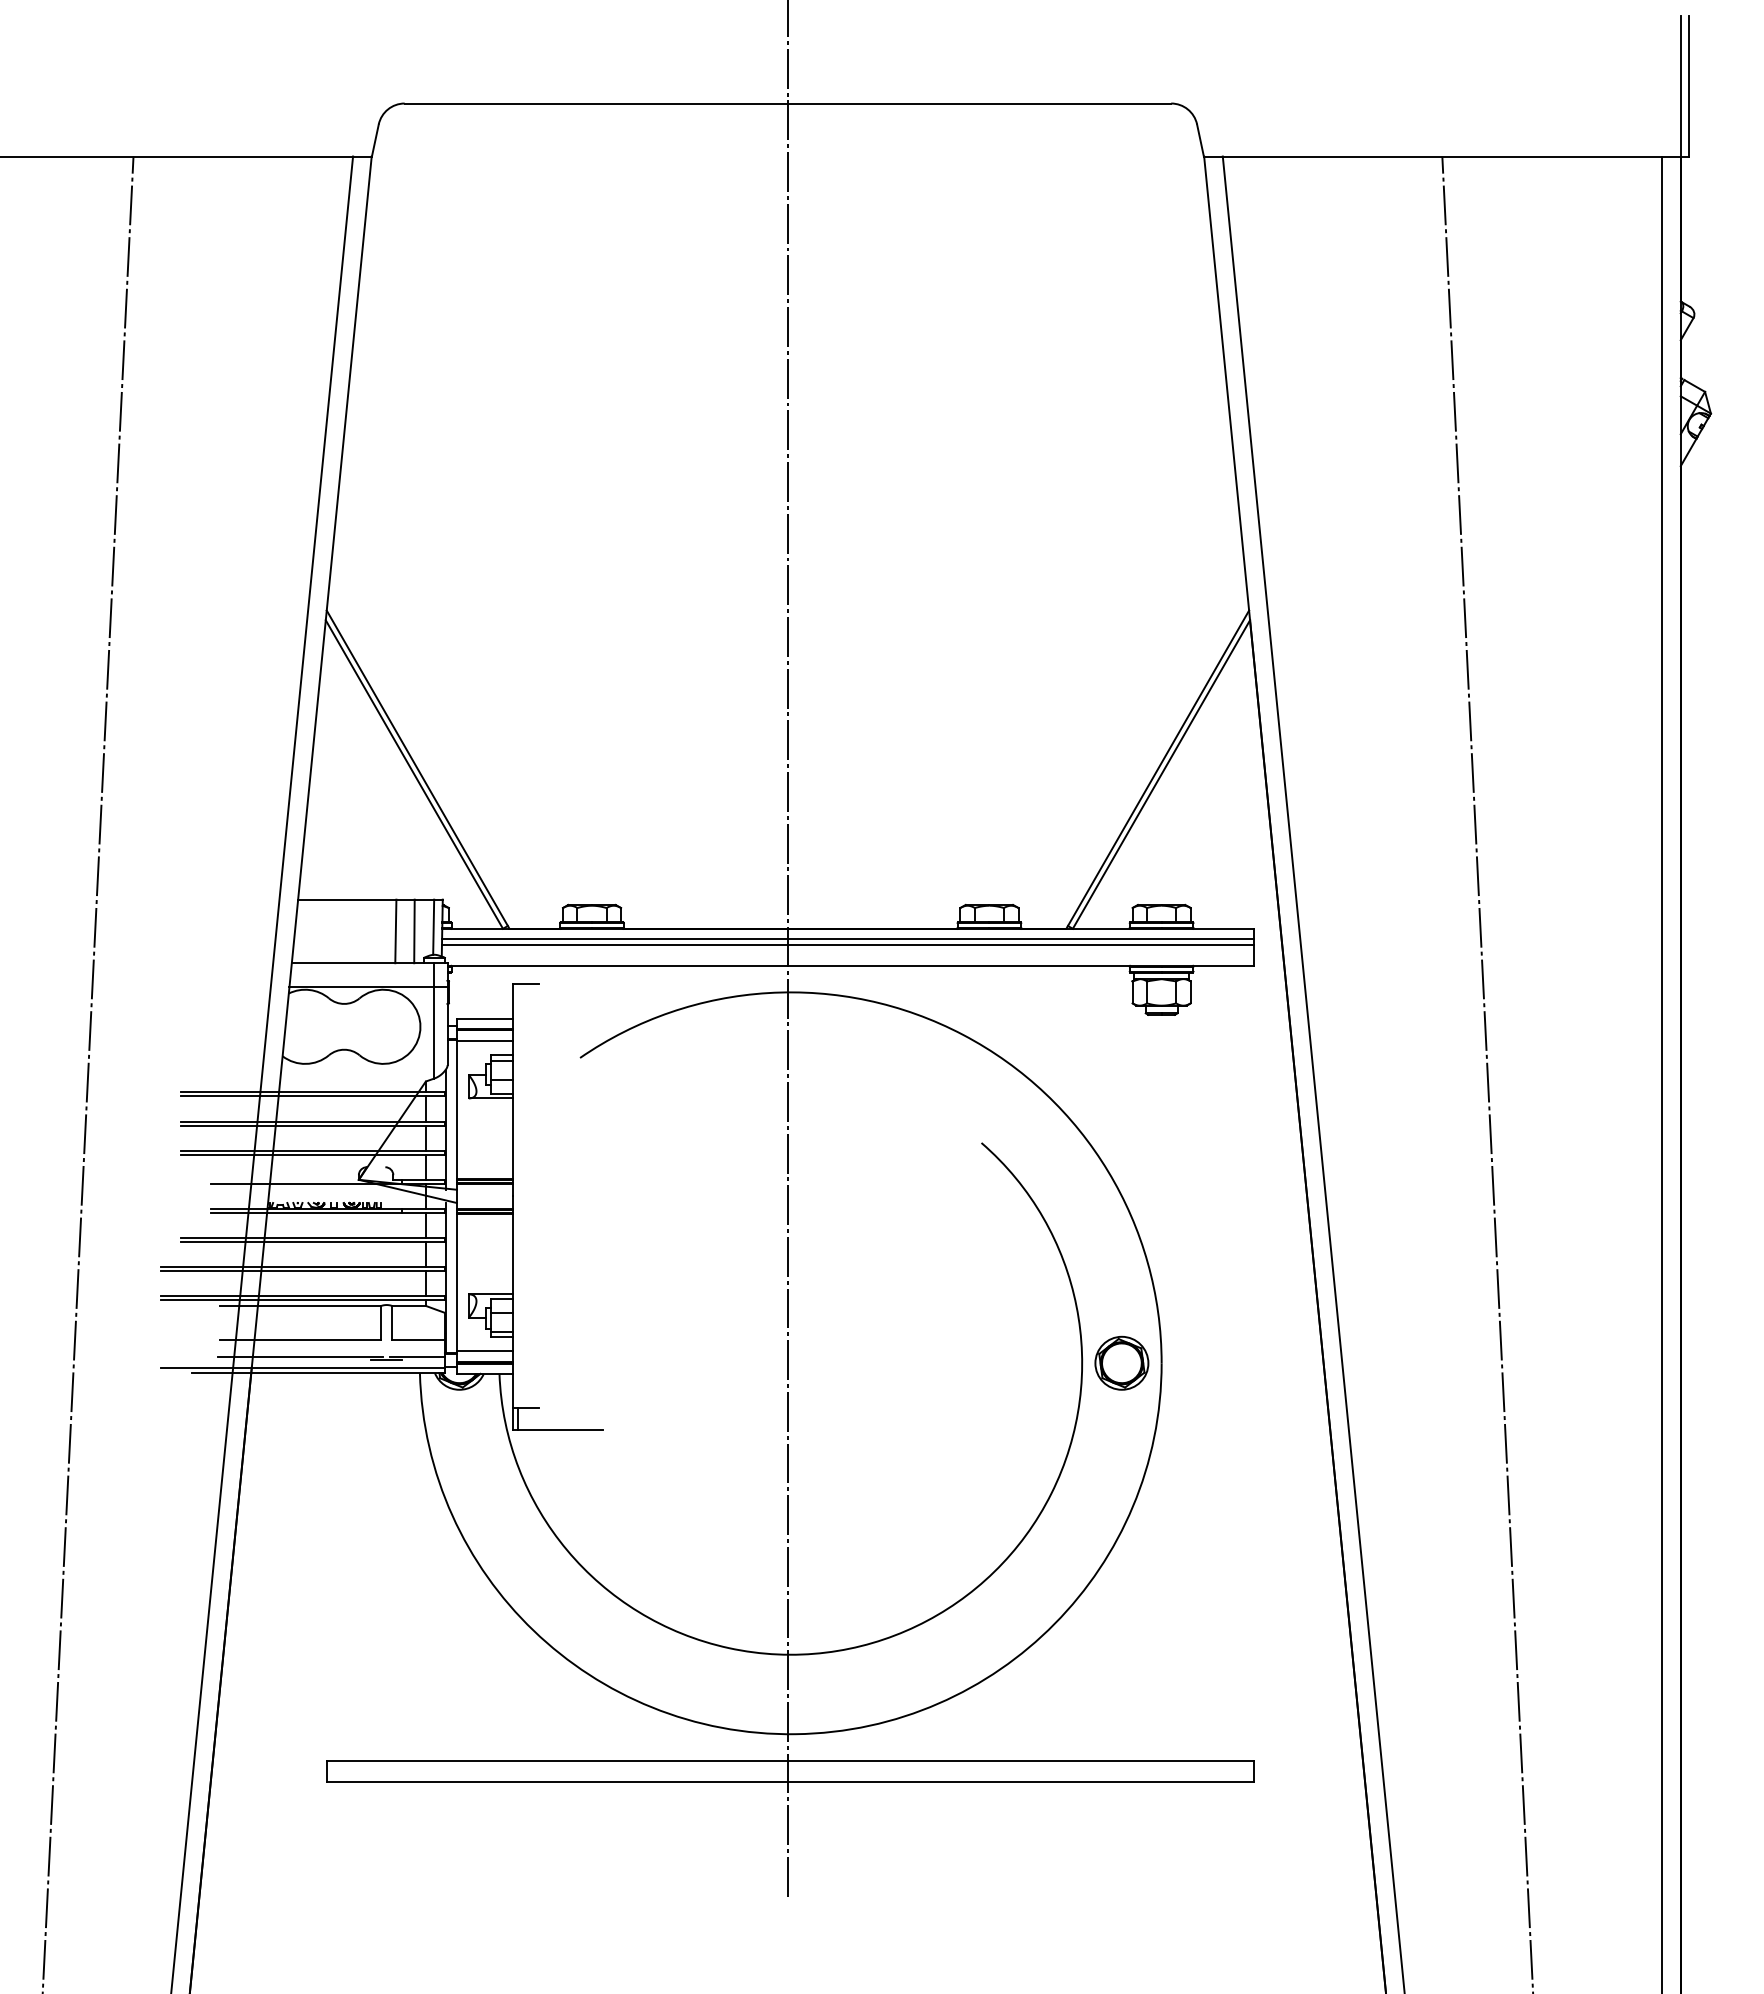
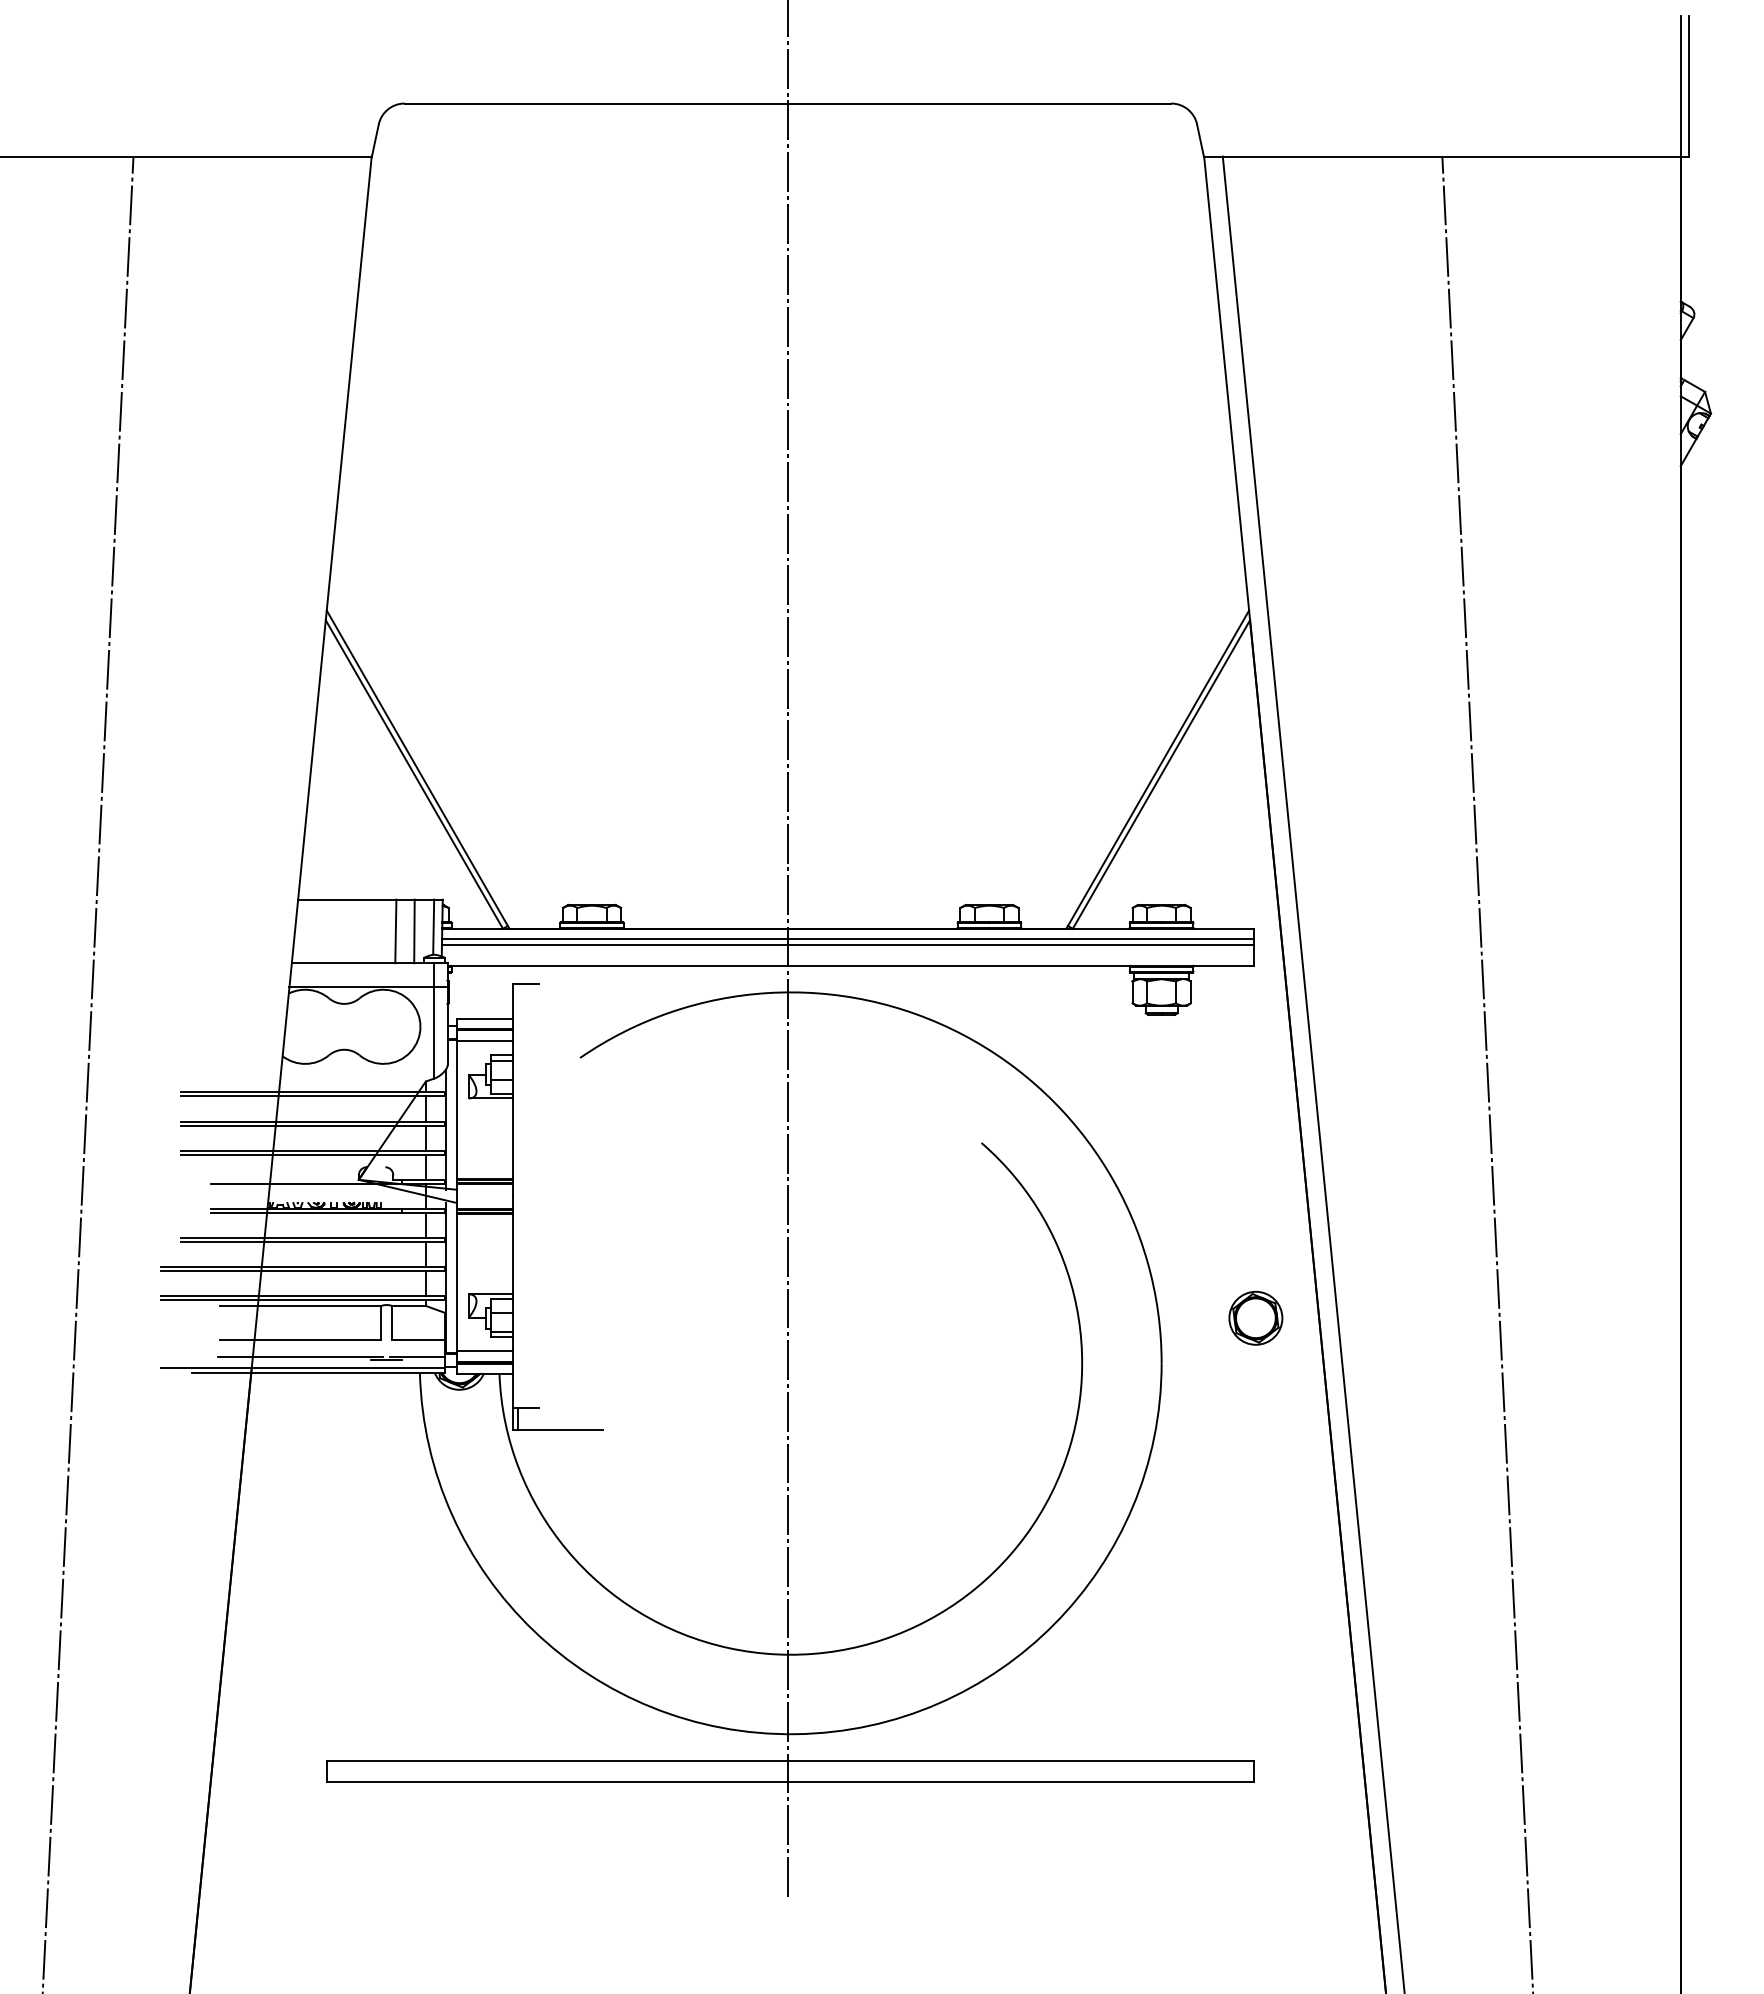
line at (262, 1073): present -> none
line at (1662, 1073): present -> none
part at (1121, 1362) position: (1121, 1362) -> (1255, 1317)
